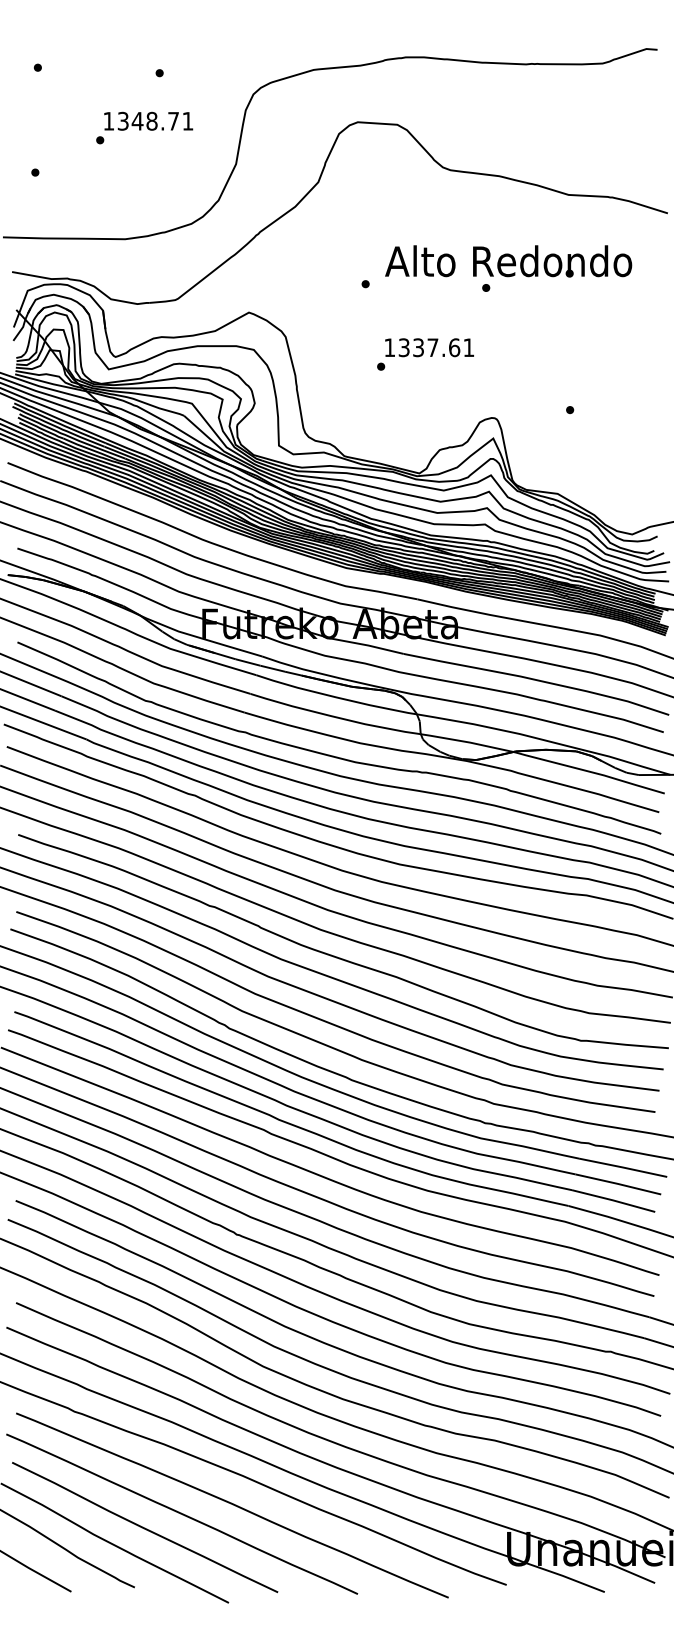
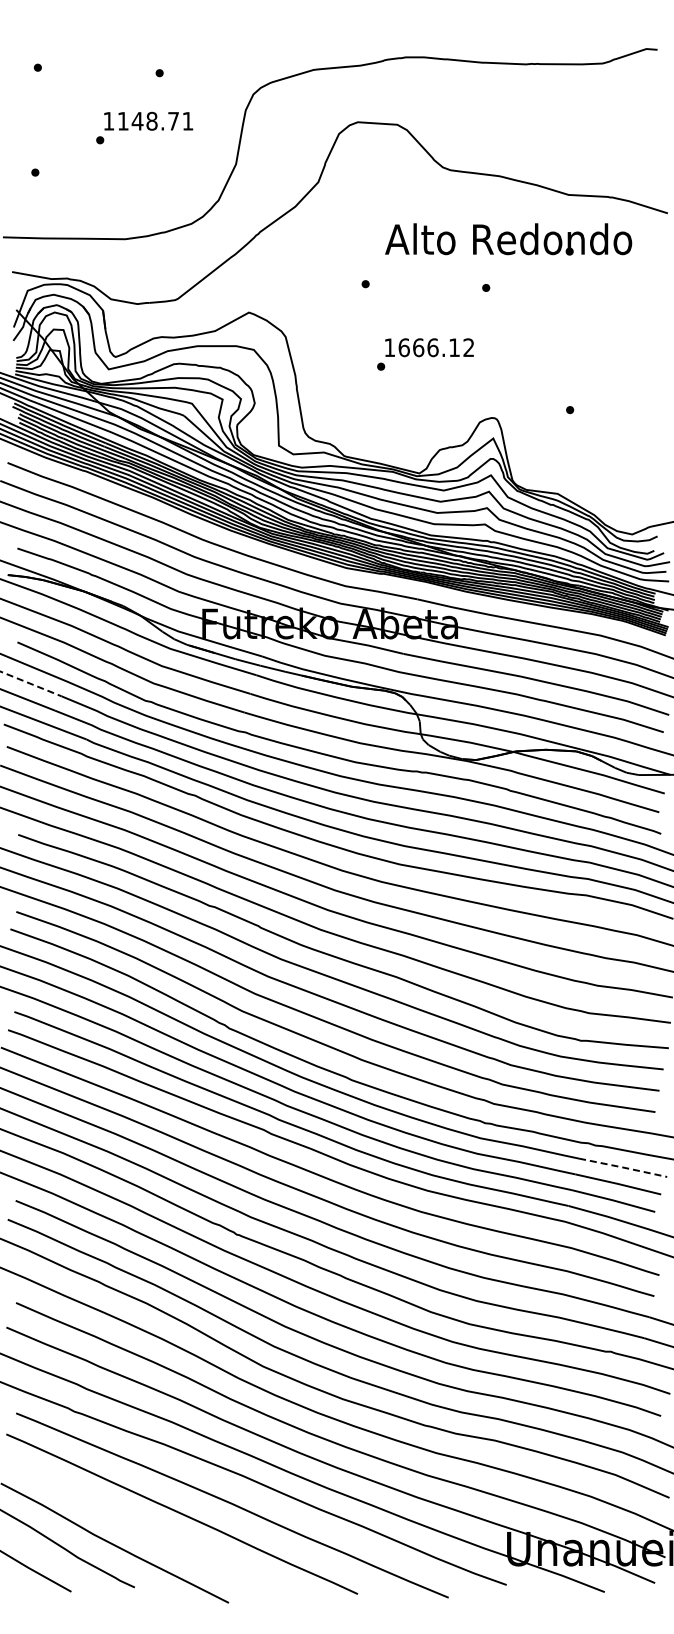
text at (122, 120): 1348.71 -> 1148.71
text at (508, 261) position: (508, 261) -> (508, 239)
text at (436, 347): 1337.61 -> 1666.12
line at (31, 684): solid -> dashed
line at (622, 1167): solid -> dashed
curve at (145, 1527): present -> none
